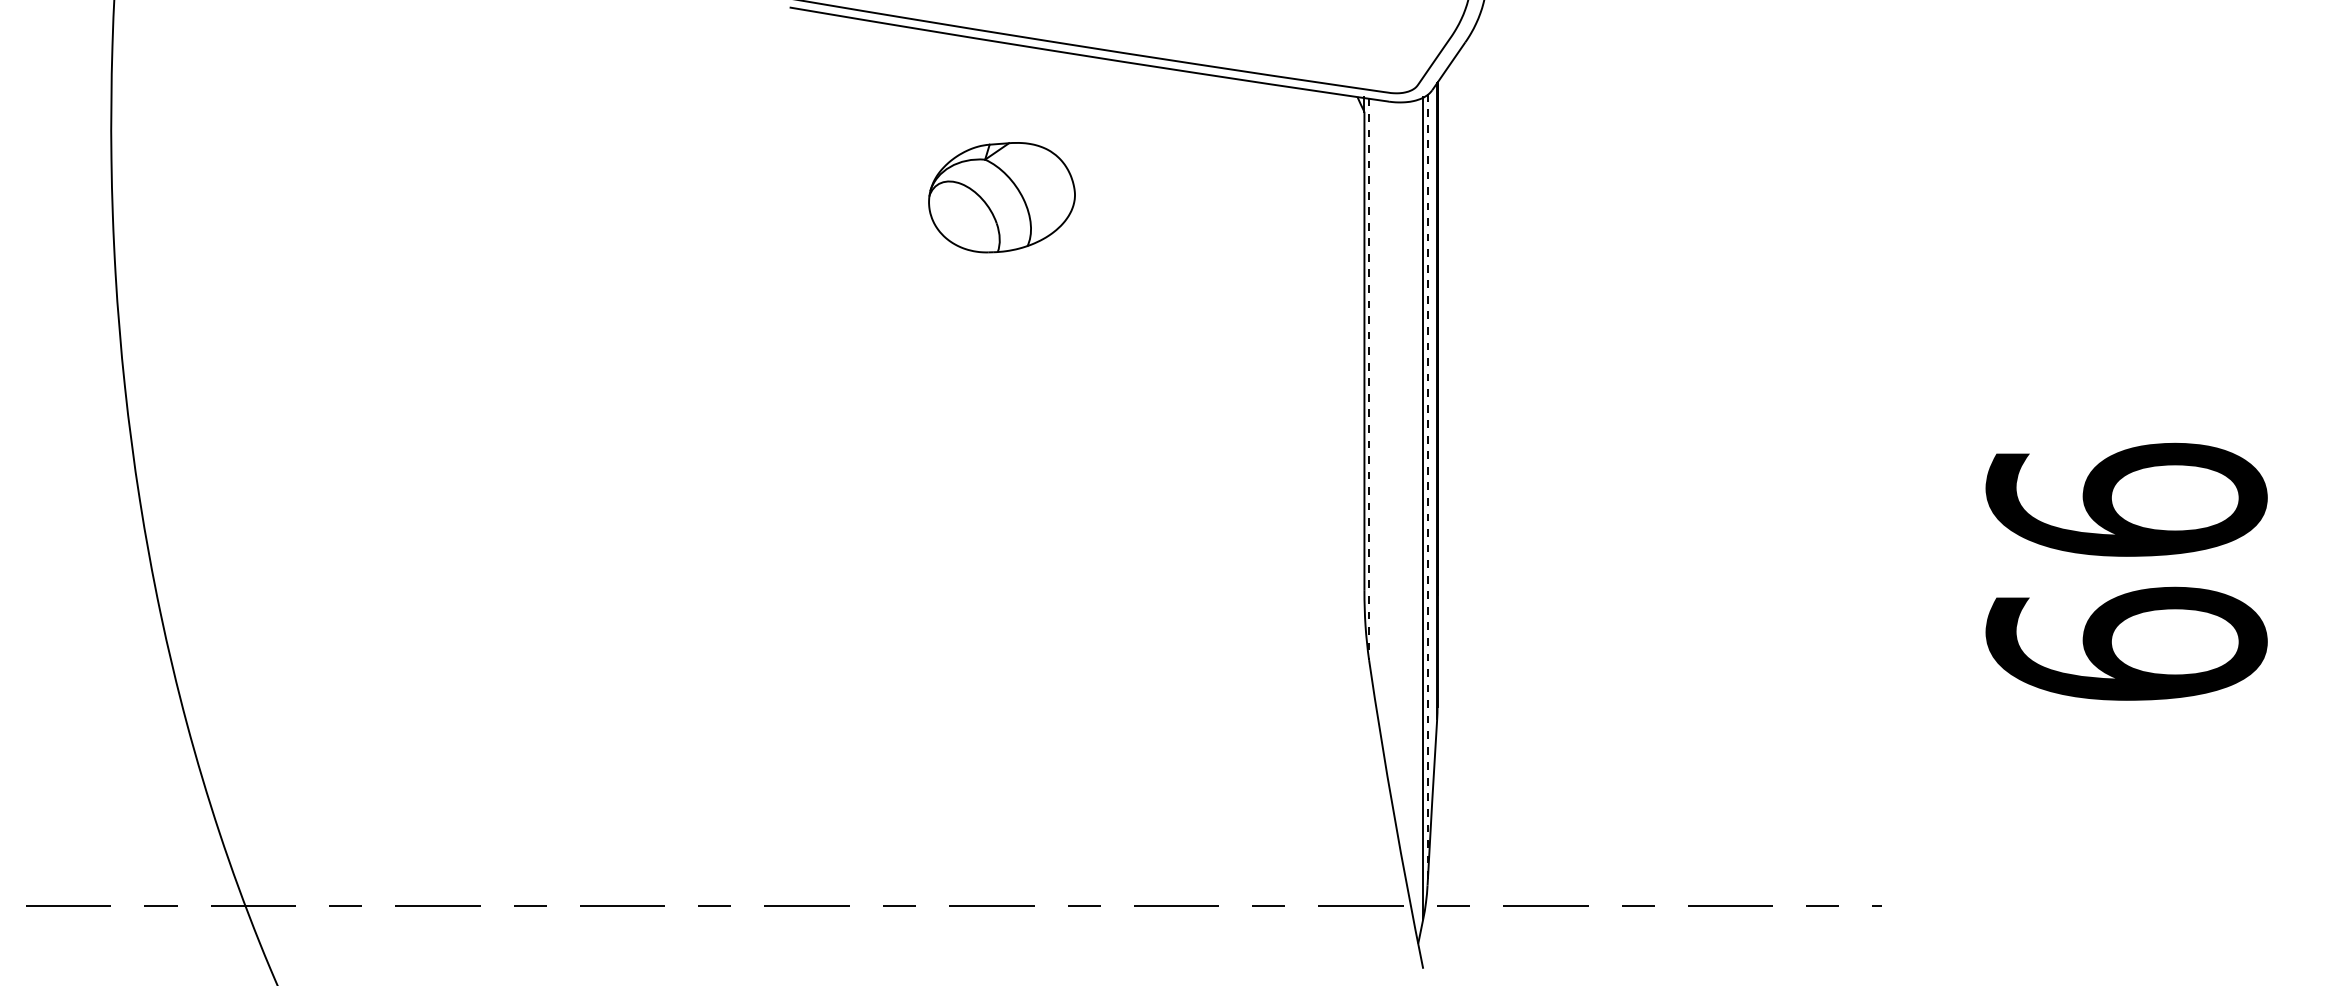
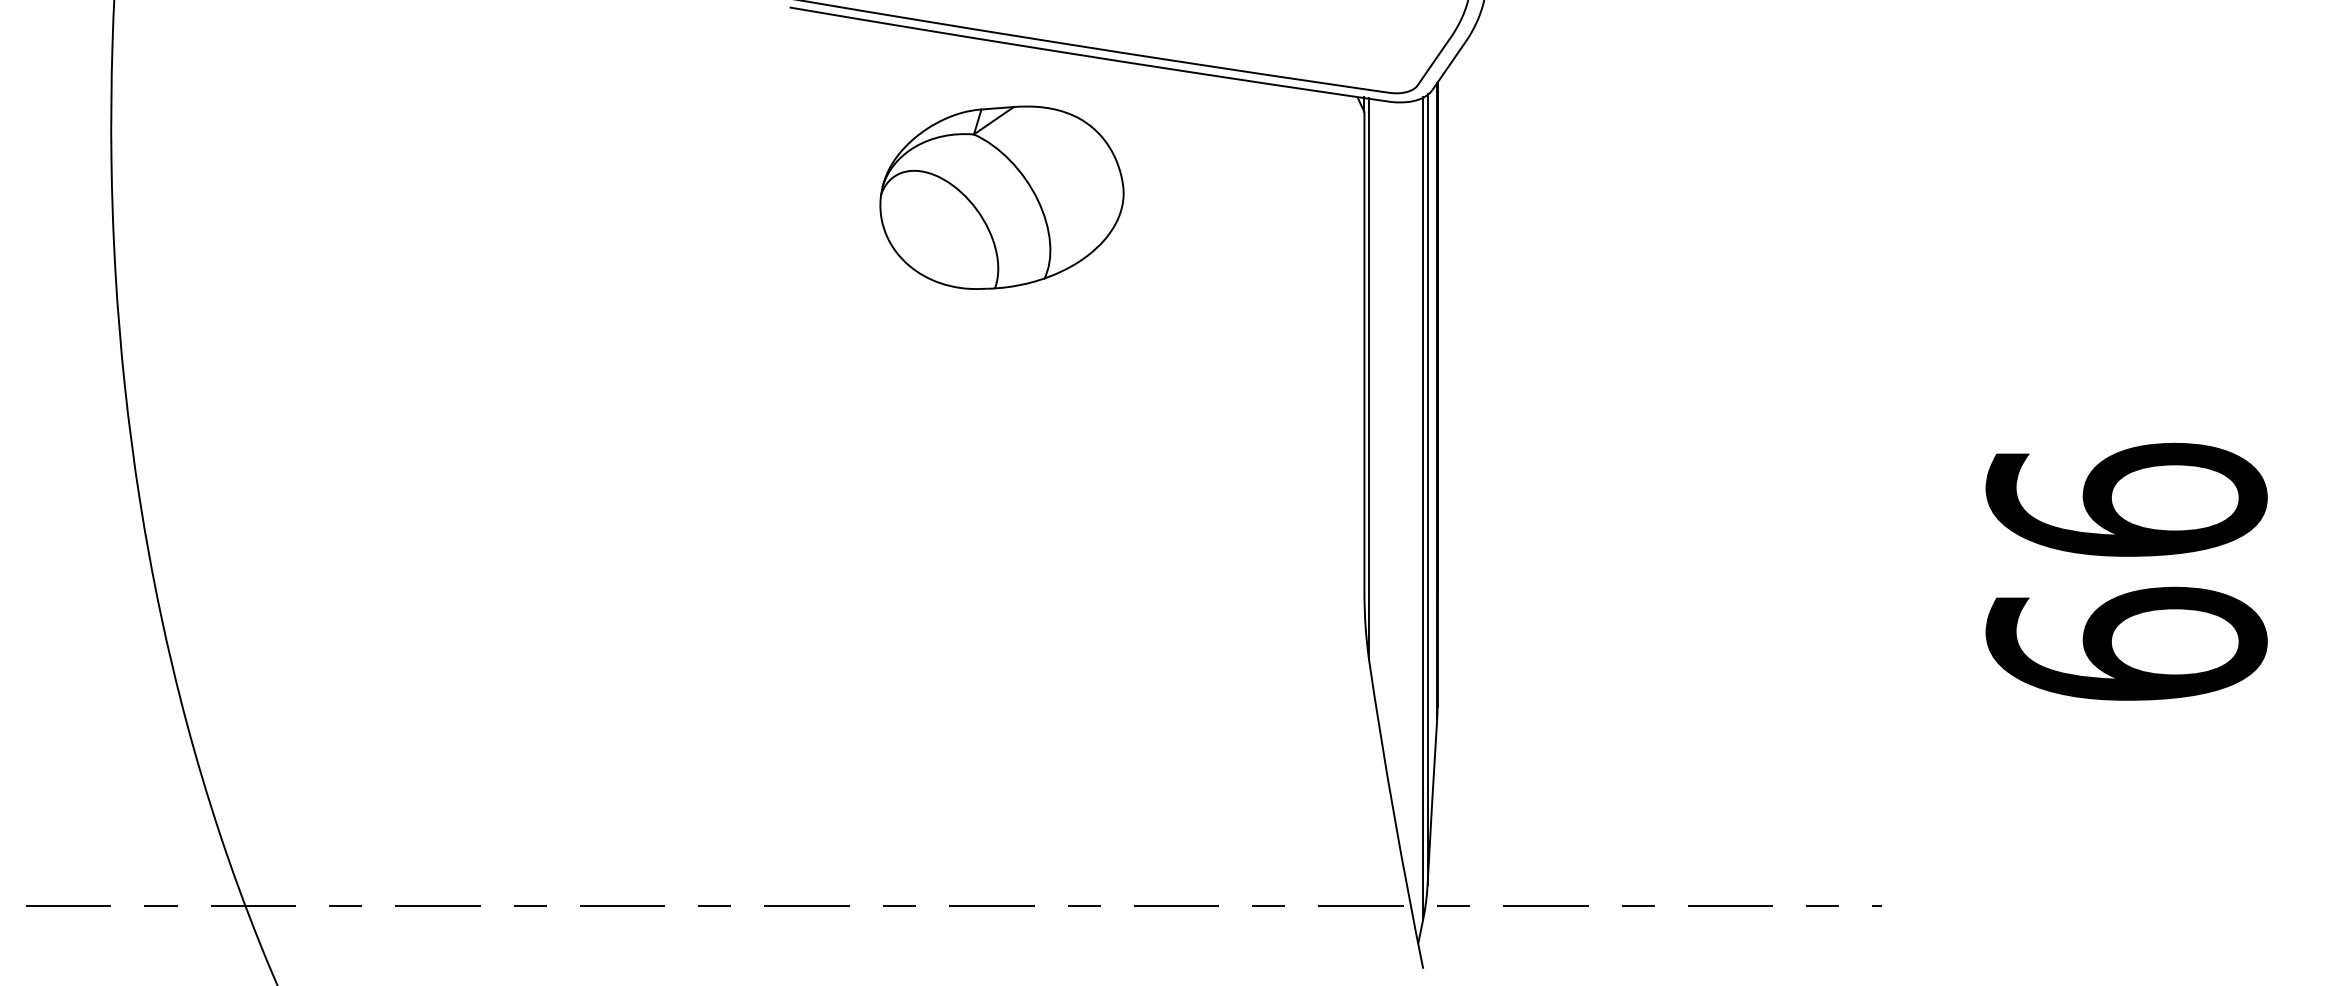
part at (1001, 197) size: 148x112 px -> 246x185 px
line at (1369, 379): dashed -> solid
line at (1427, 489): dashed -> solid
